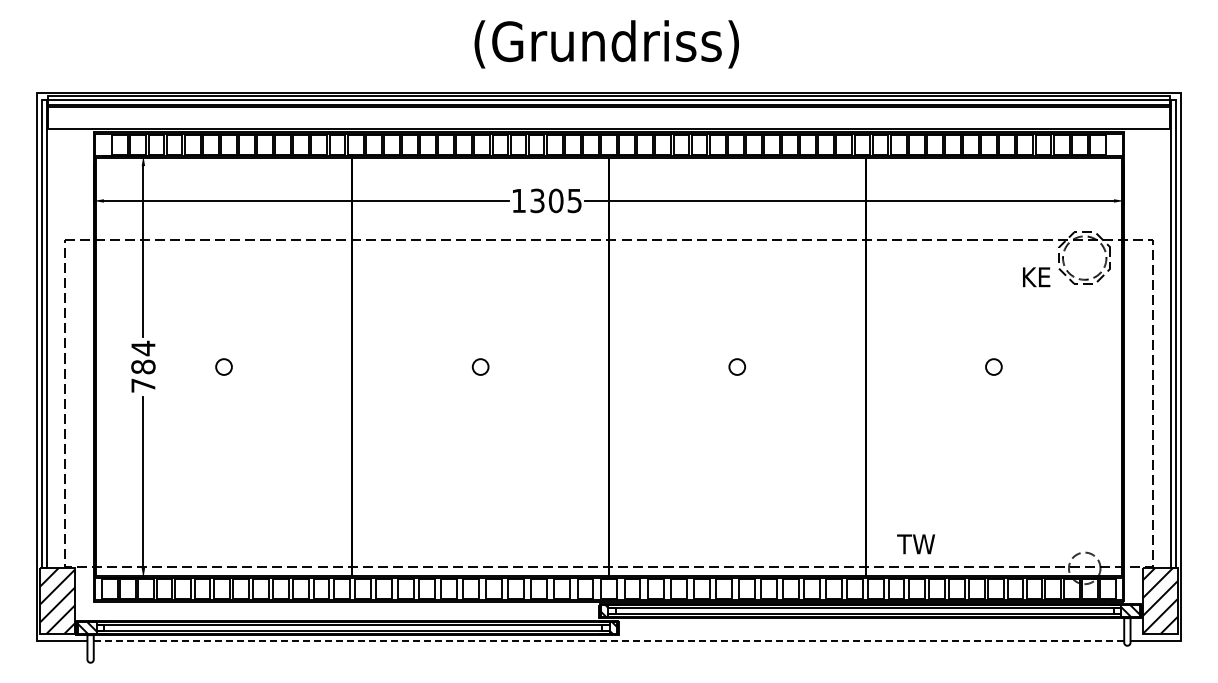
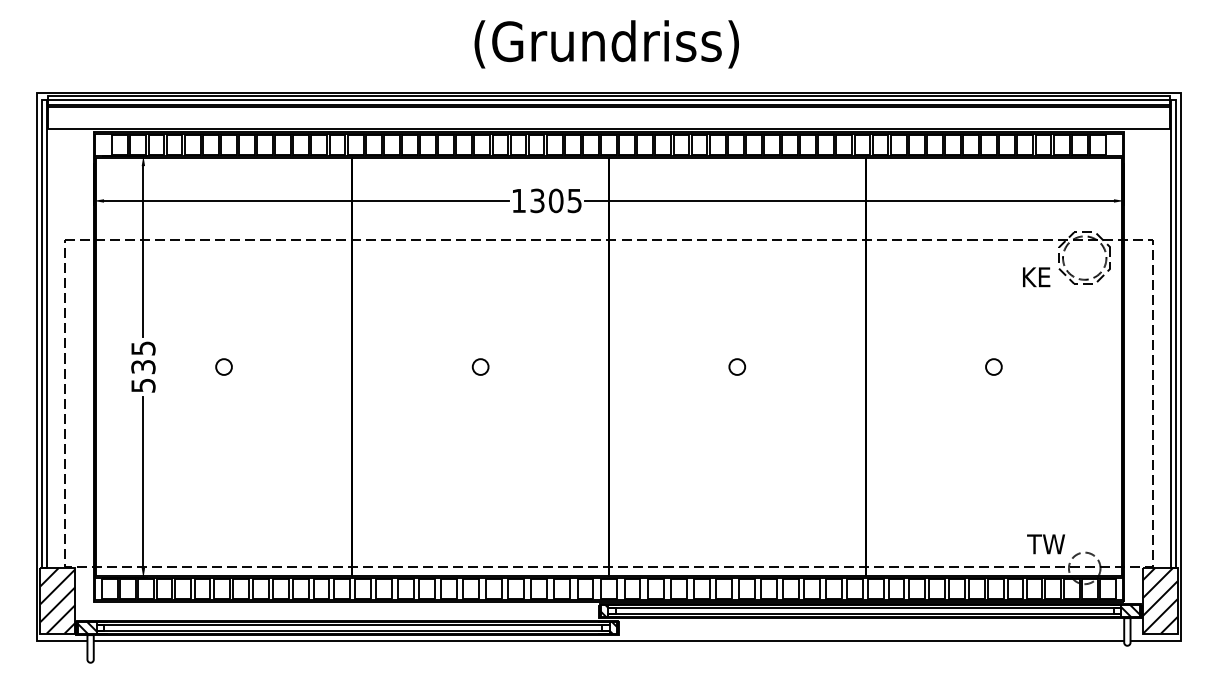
text at (143, 366): 784 -> 535
text at (915, 544) position: (915, 544) -> (1045, 544)
line at (608, 641): dashed -> solid
